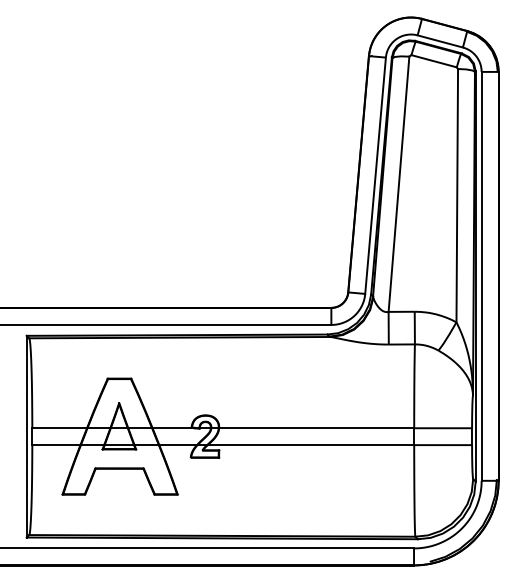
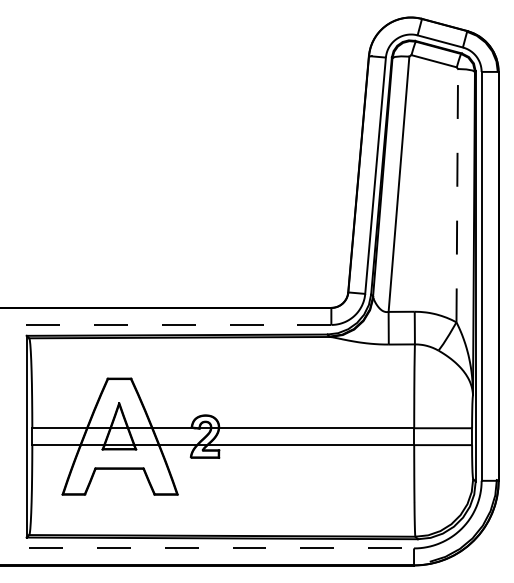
line at (457, 195): solid -> dashed
line at (165, 324): solid -> dashed
line at (207, 548): solid -> dashed
